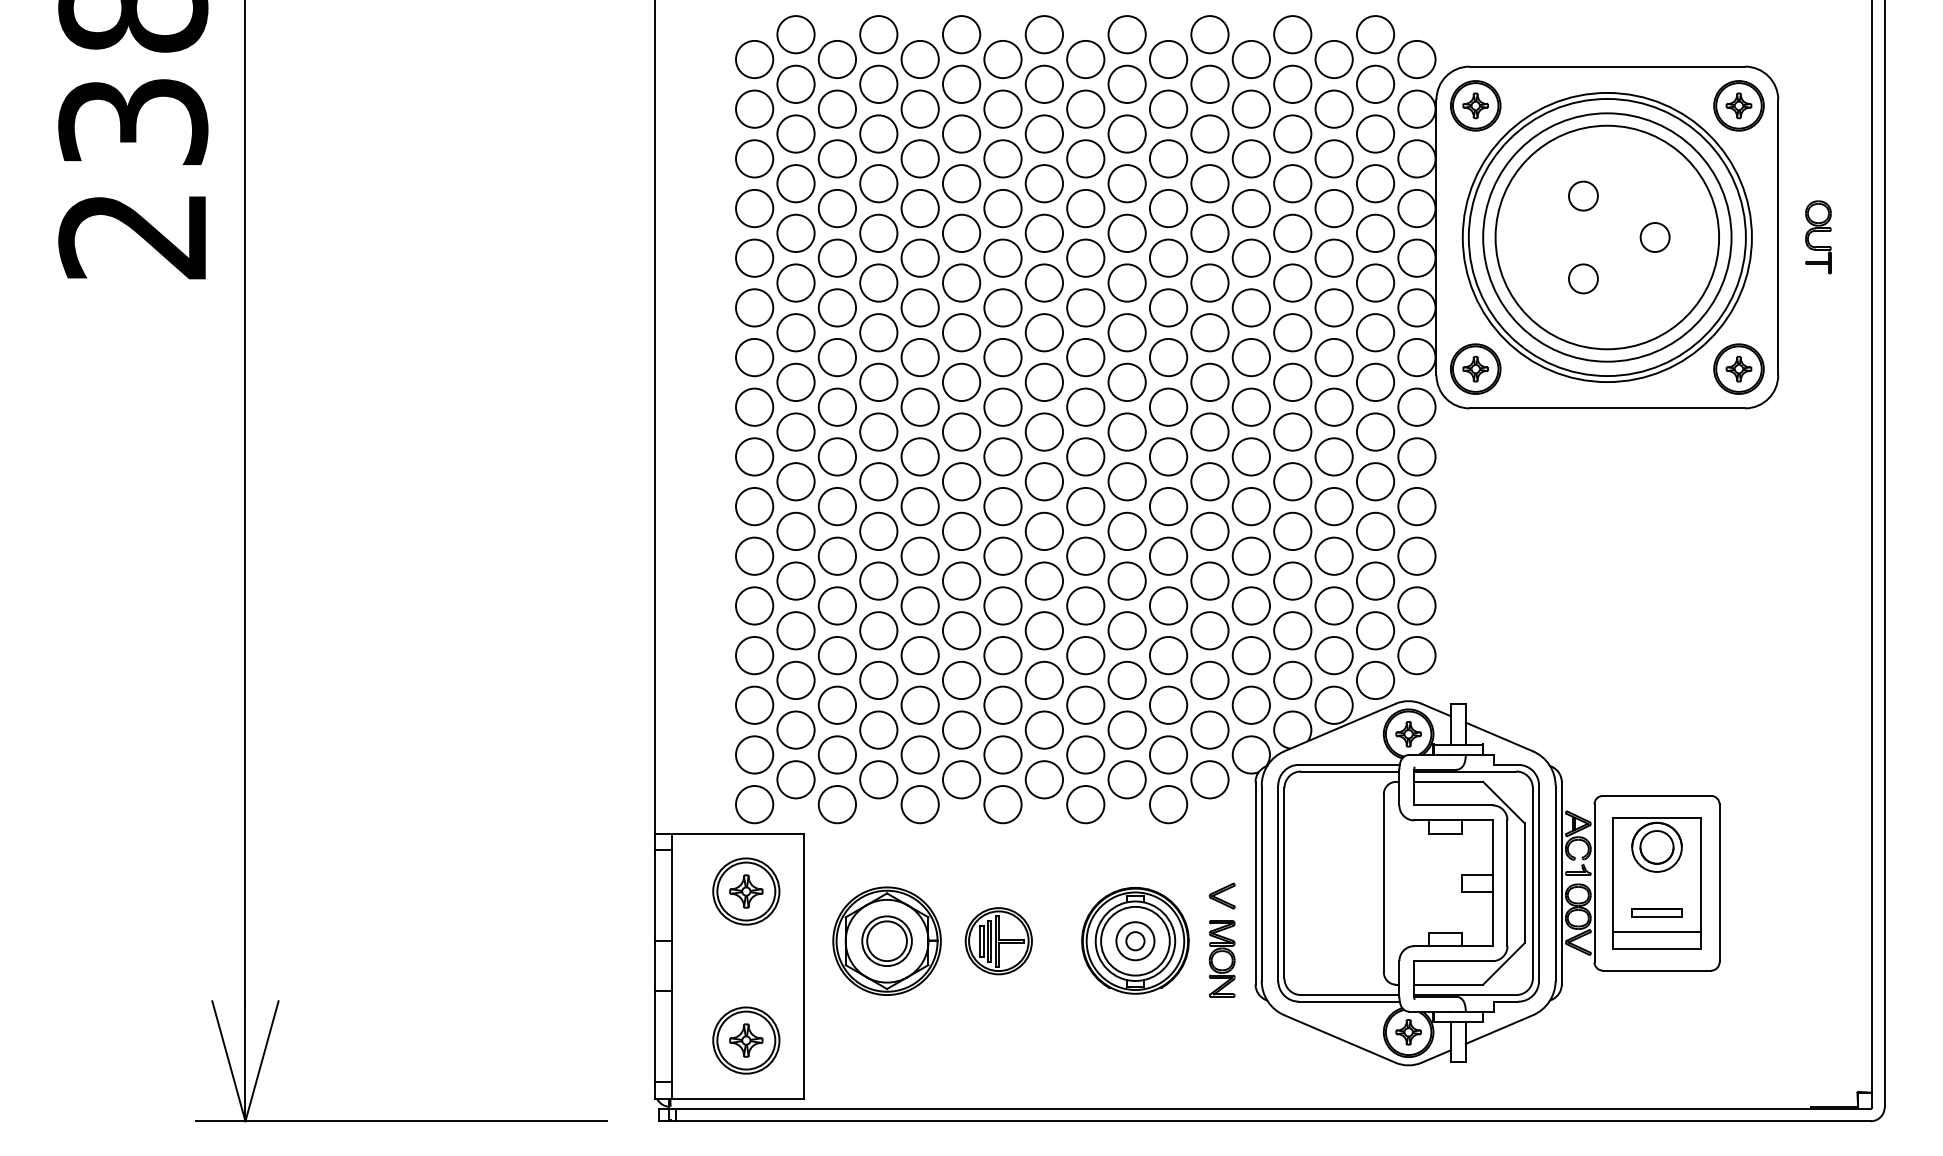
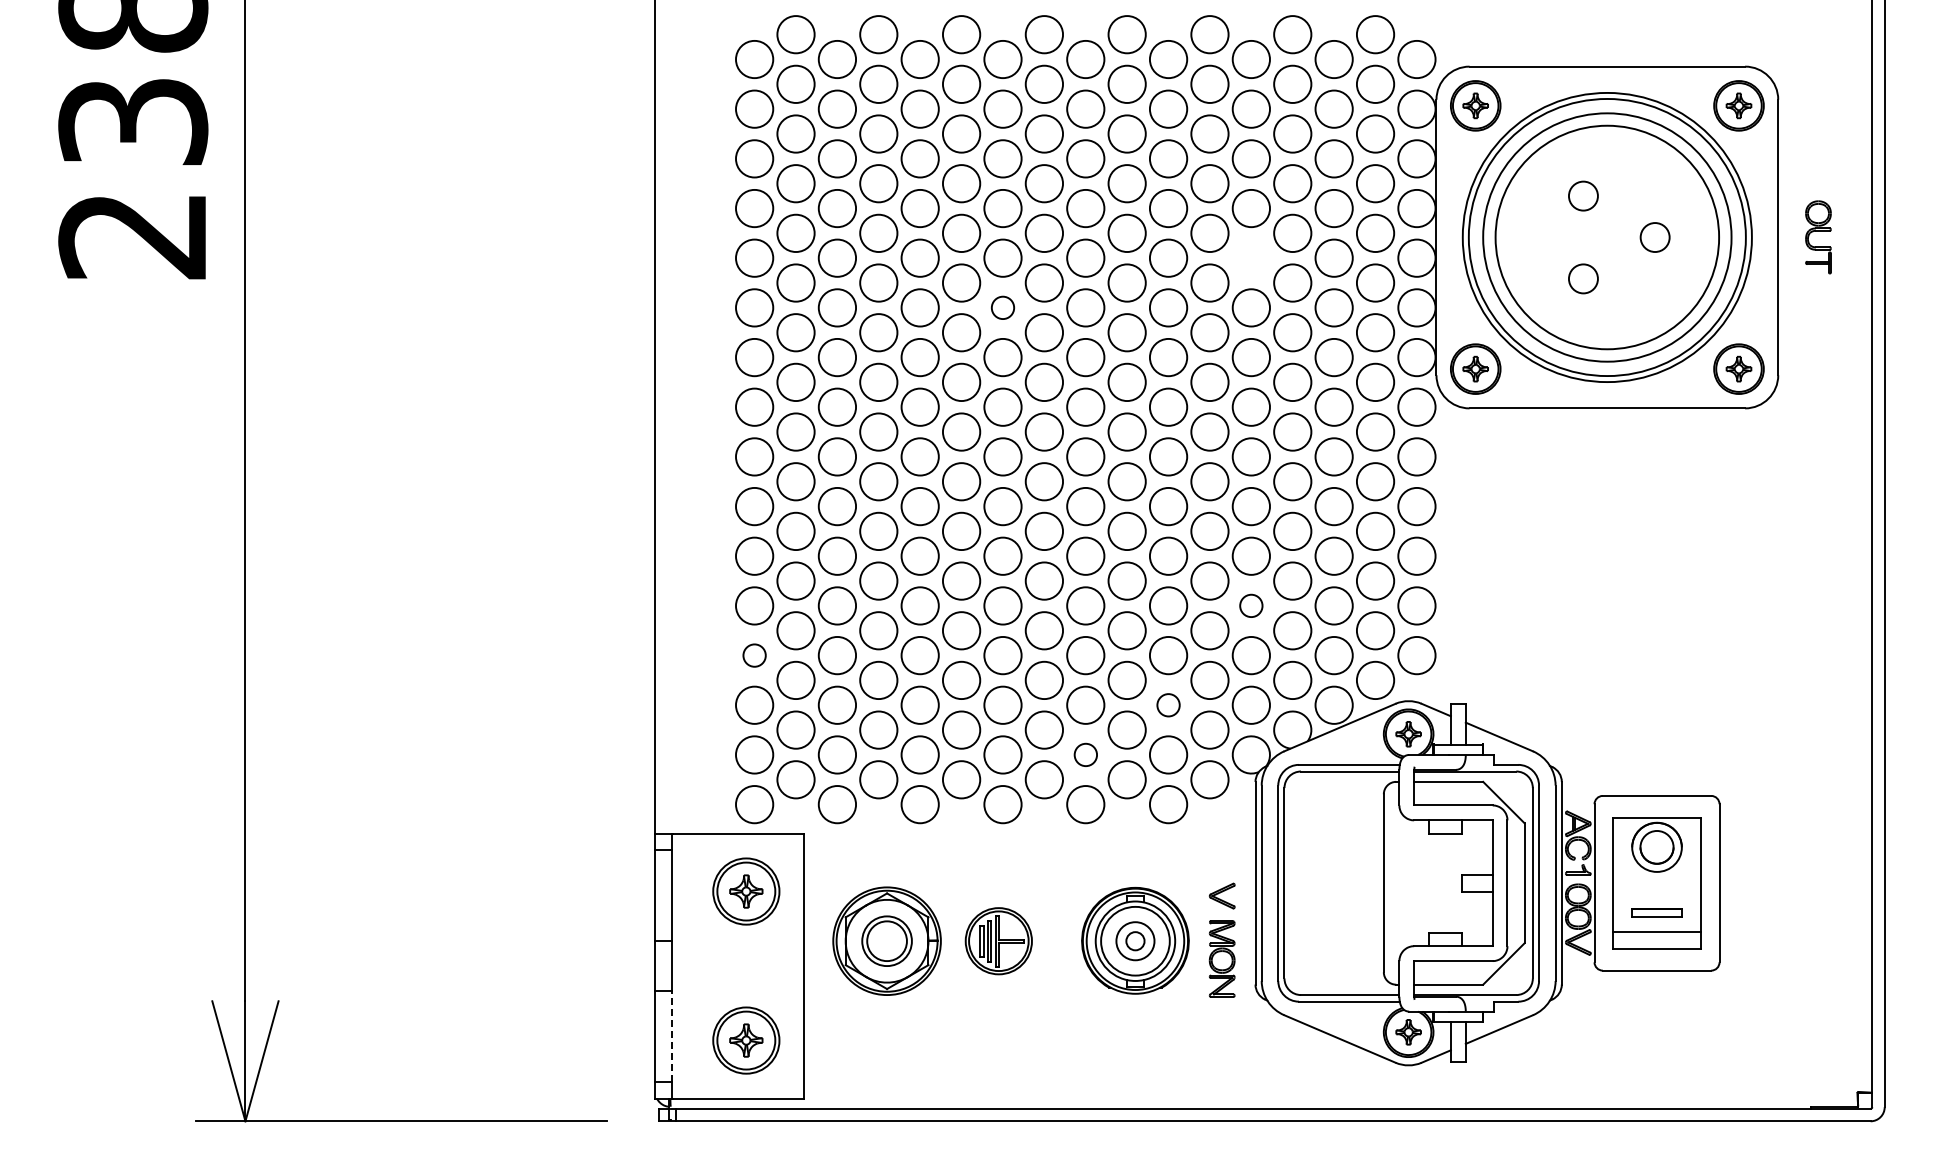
circle at (1250, 257): present -> none
circle at (1002, 307) diameter: 37 px -> 22 px
circle at (1250, 605) diameter: 37 px -> 22 px
circle at (754, 655) diameter: 37 px -> 22 px
circle at (1168, 704) diameter: 37 px -> 22 px
circle at (1085, 754) size: 40x40 px -> 25x25 px
line at (671, 1036): solid -> dashed
